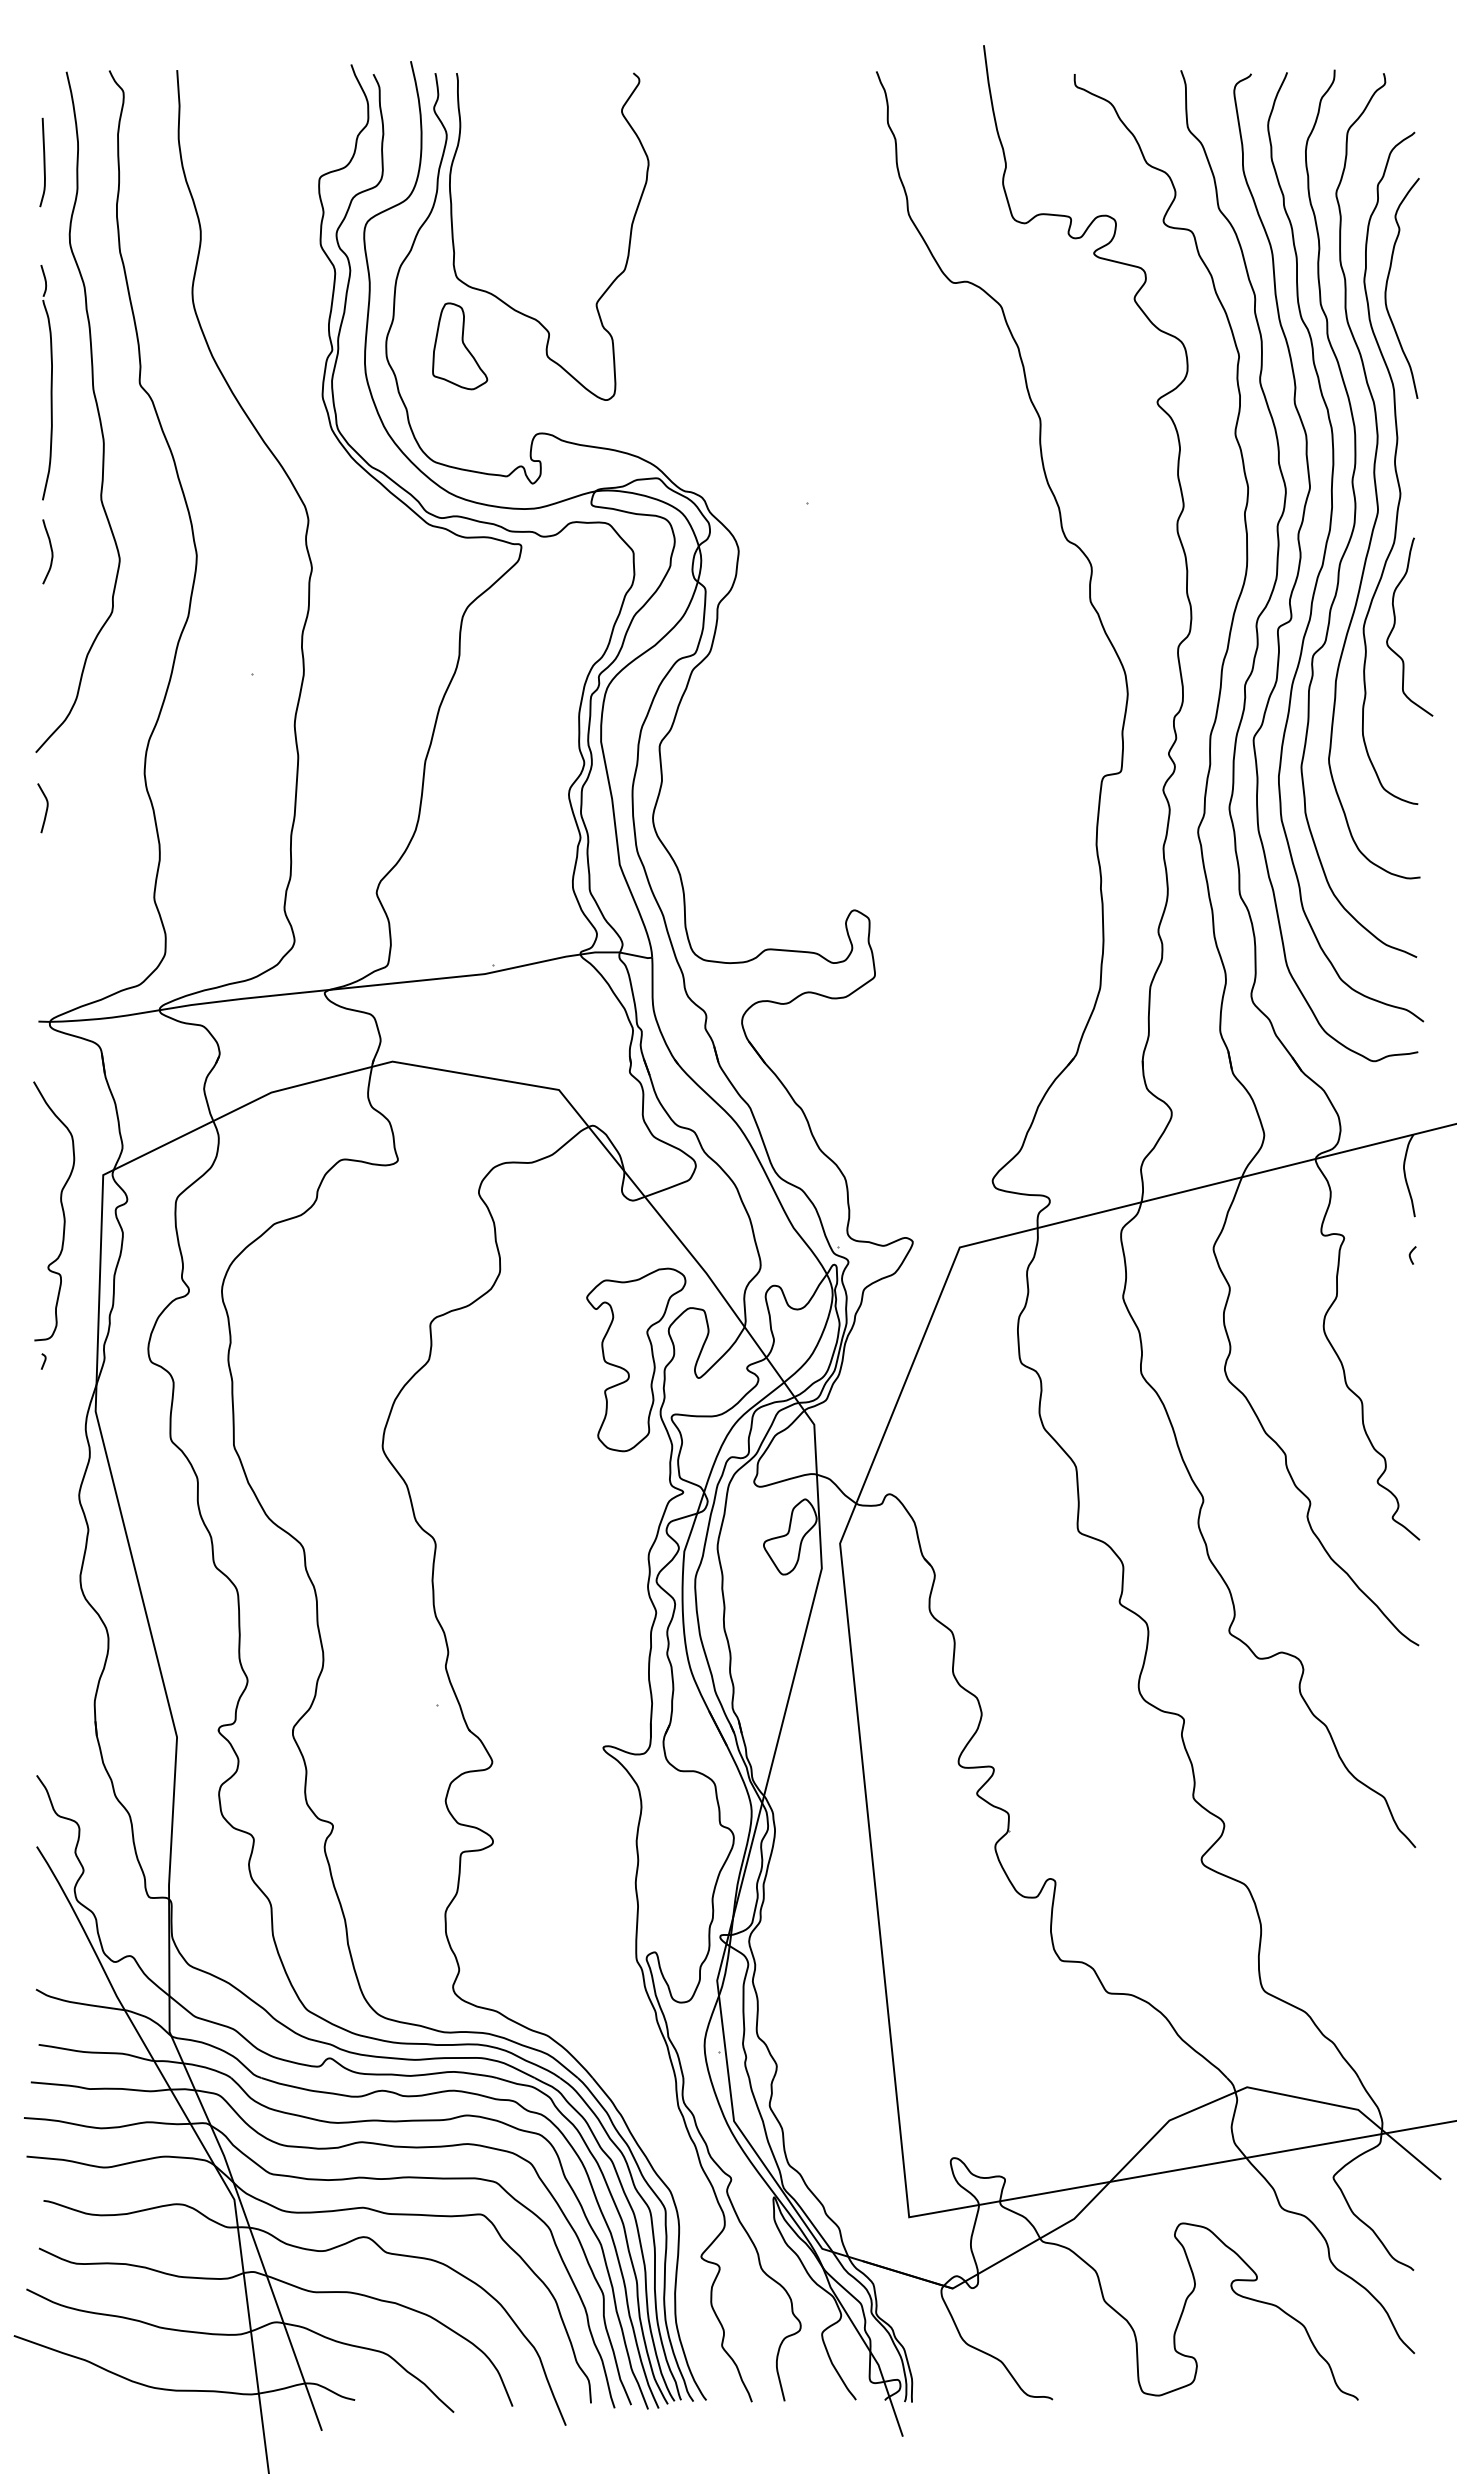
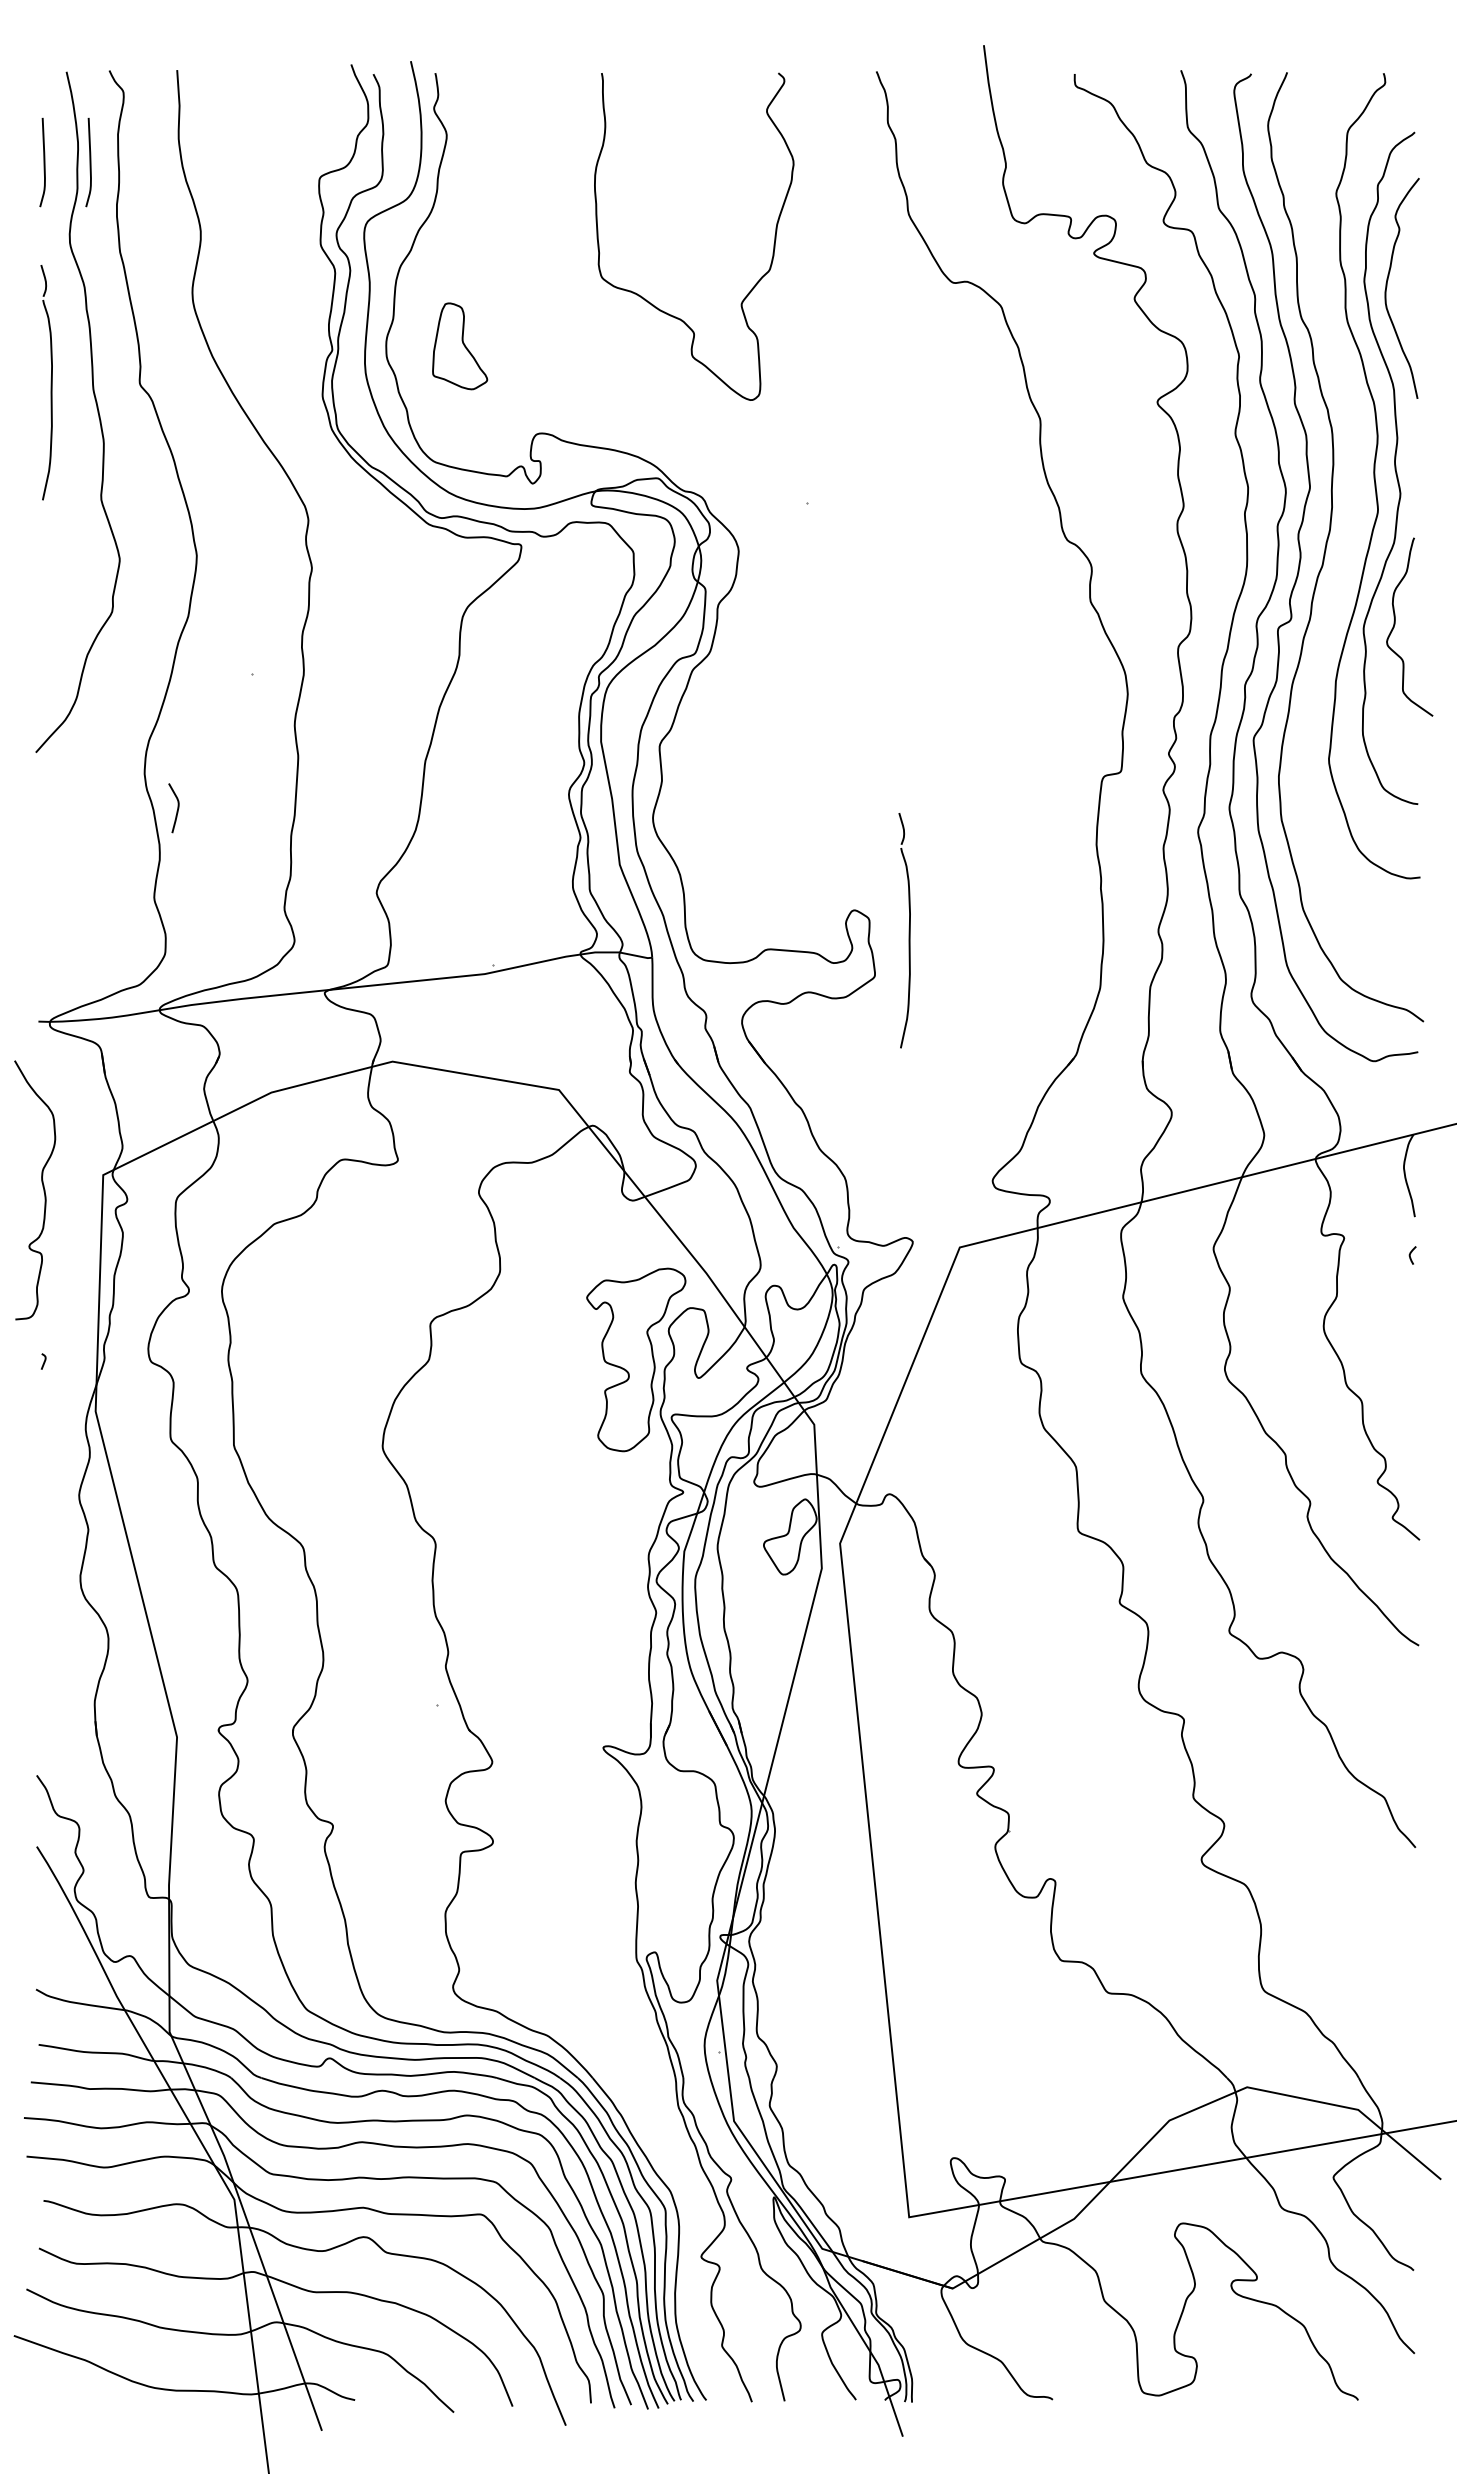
curve at (89, 162): none -> present
curve at (610, 283) position: (610, 283) -> (755, 283)
curve at (1356, 513): present -> none
curve at (50, 549): present -> none
curve at (45, 810) position: (45, 810) -> (176, 810)
part at (904, 930): none -> present
curve at (61, 1208) position: (61, 1208) -> (42, 1187)
